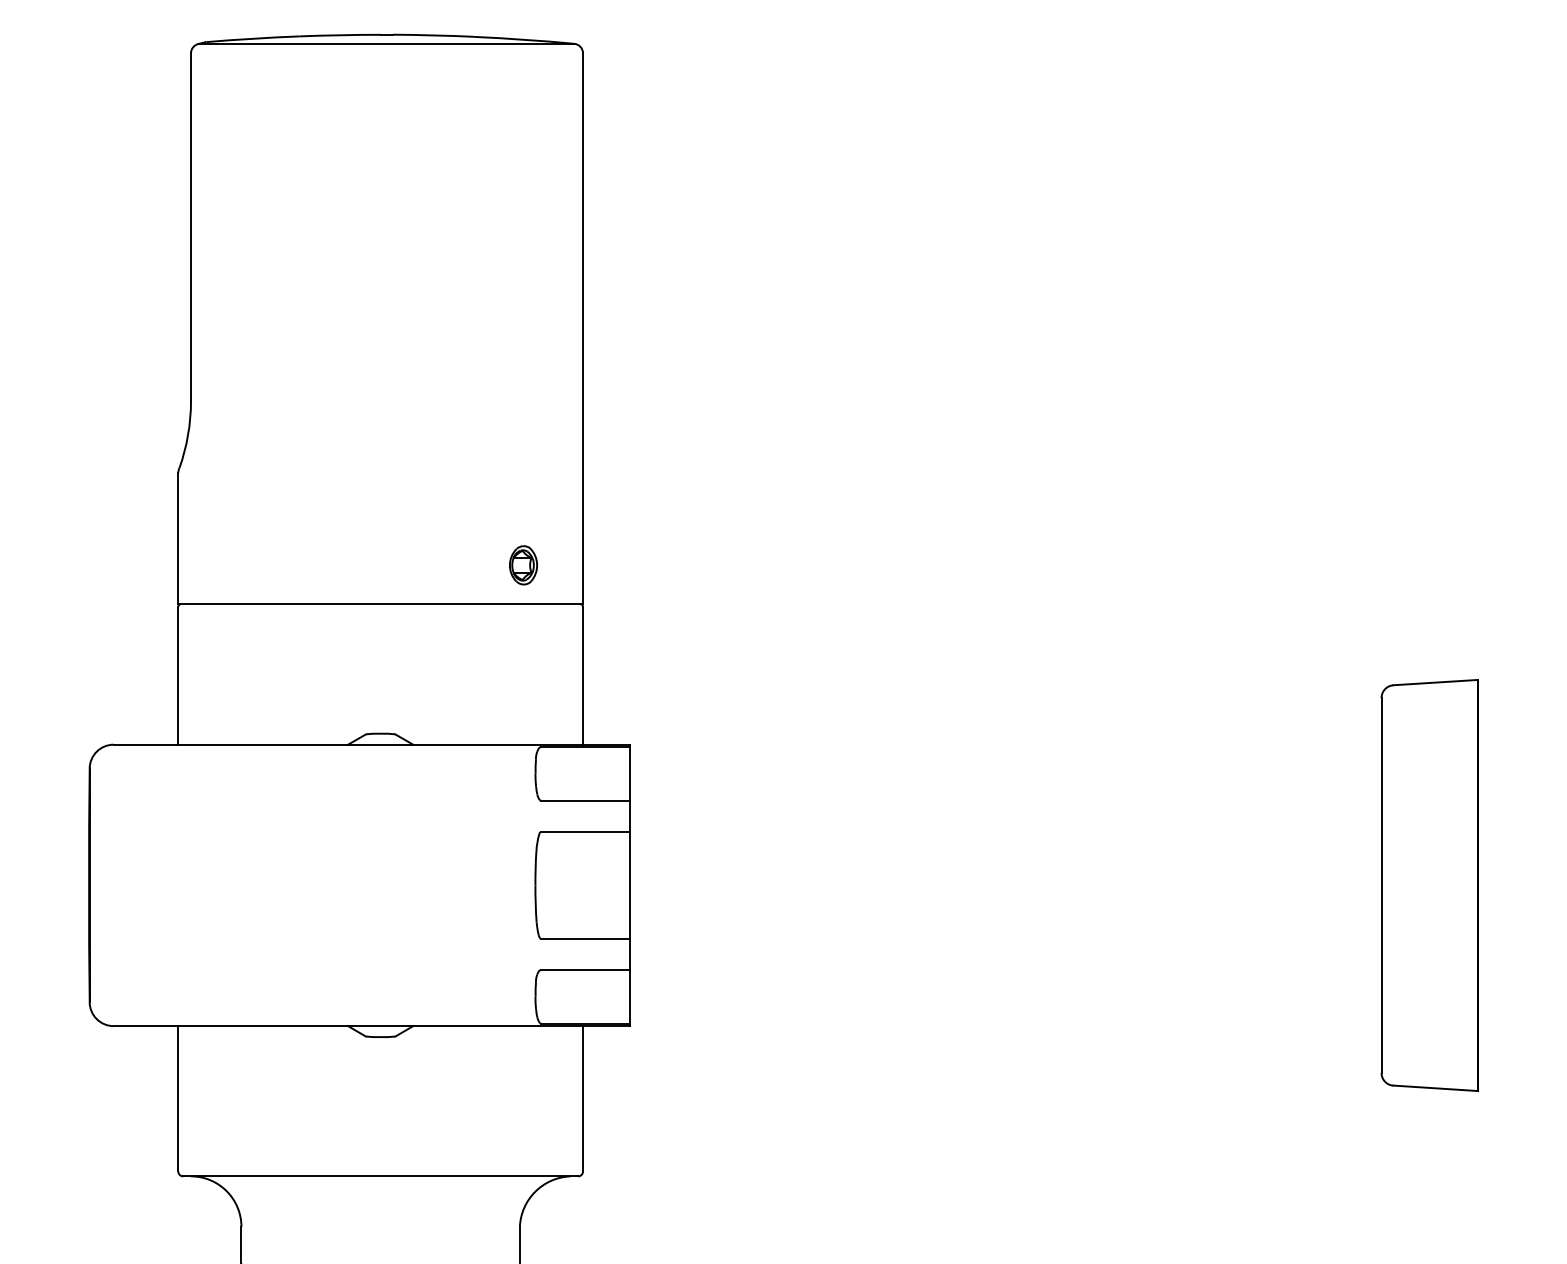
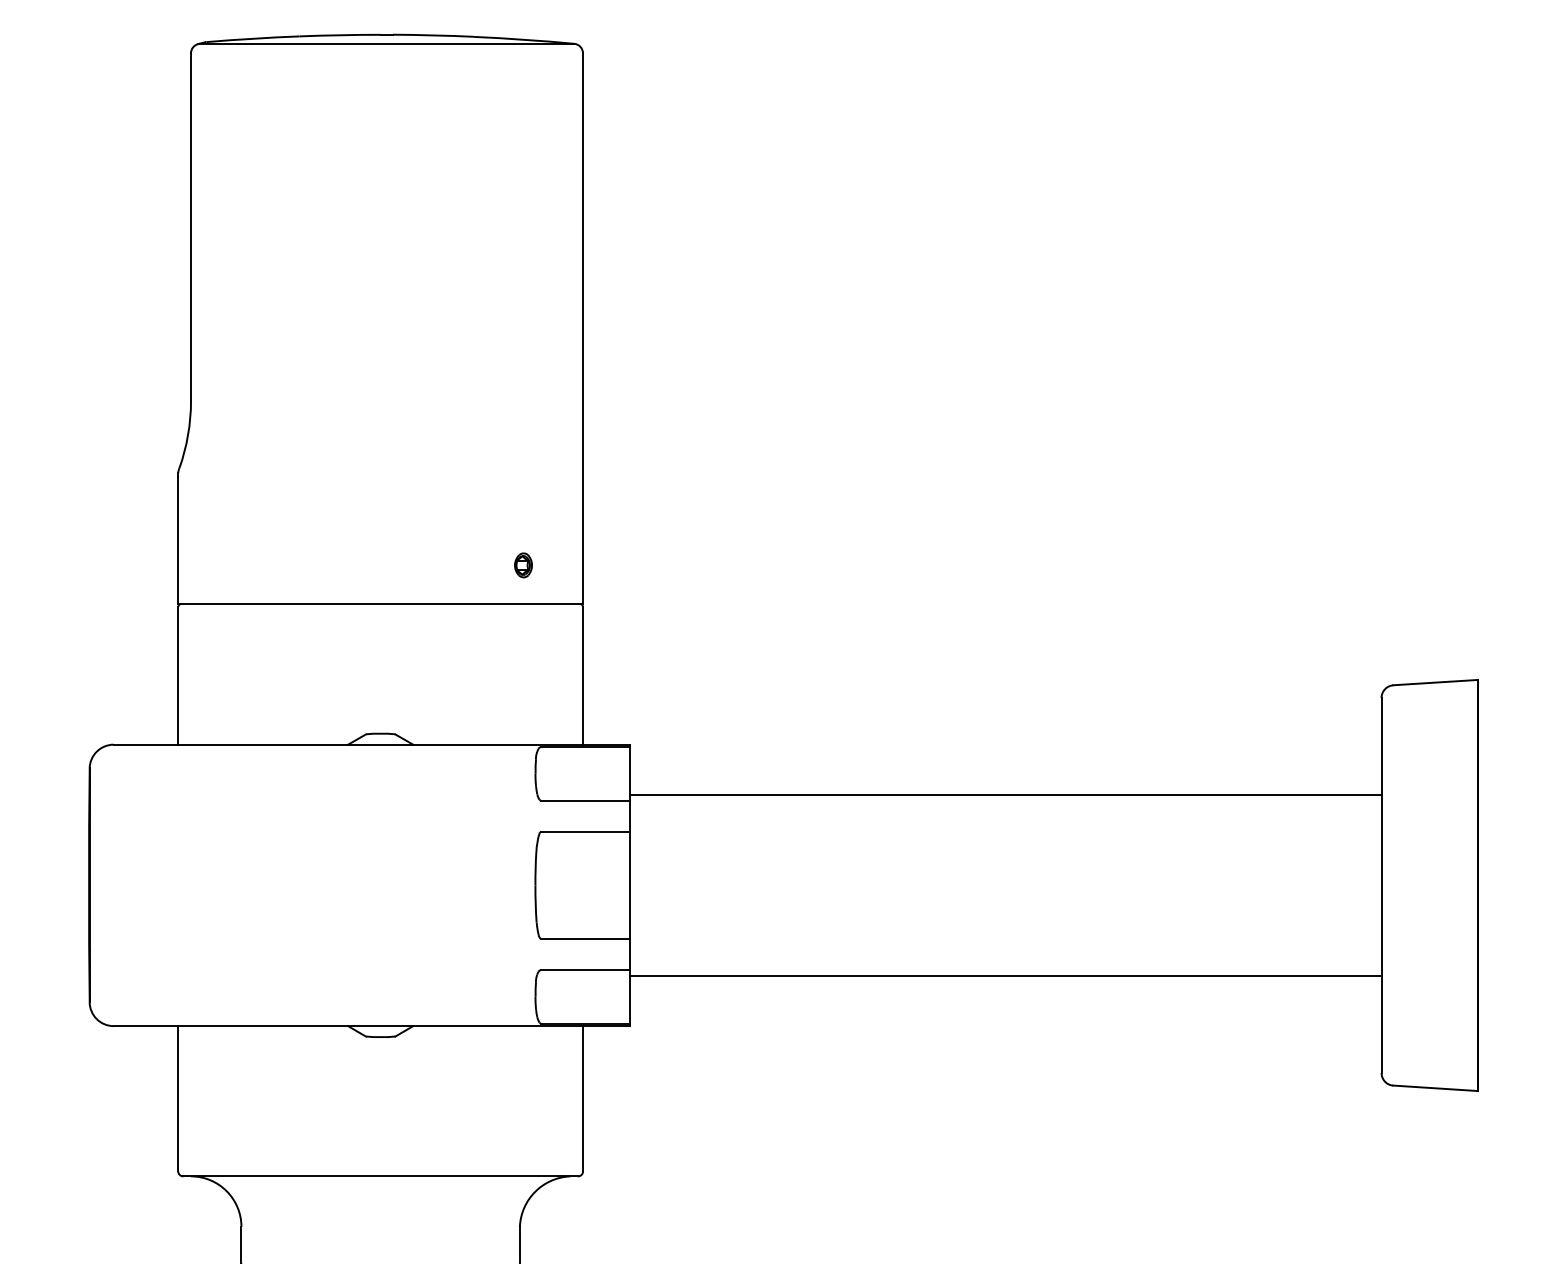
part at (523, 565) size: 30x41 px -> 19x27 px
line at (1005, 794): none -> present
line at (1005, 975): none -> present
